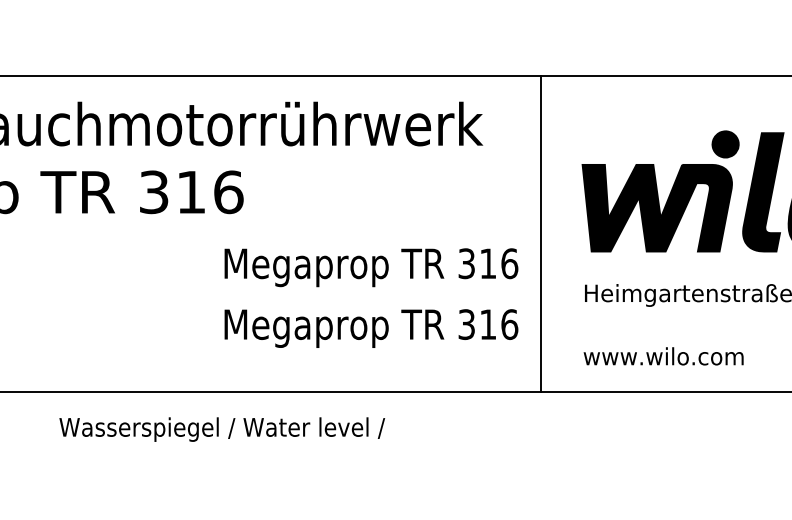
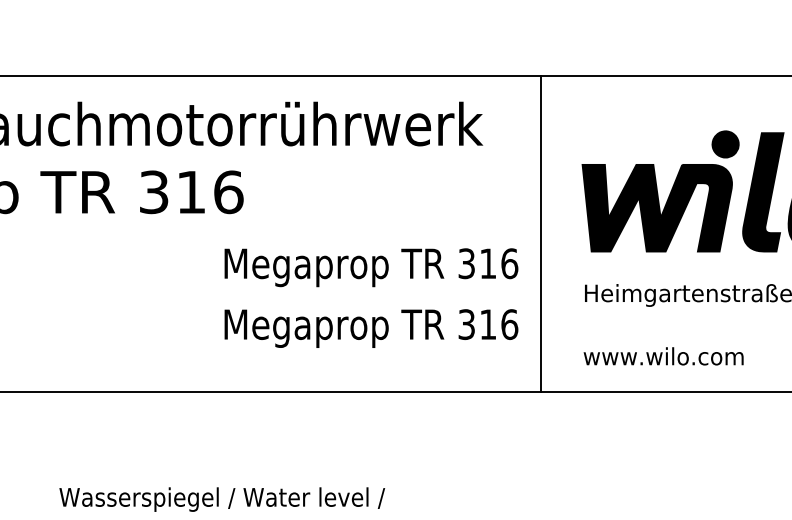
text at (222, 429) position: (222, 429) -> (222, 499)
